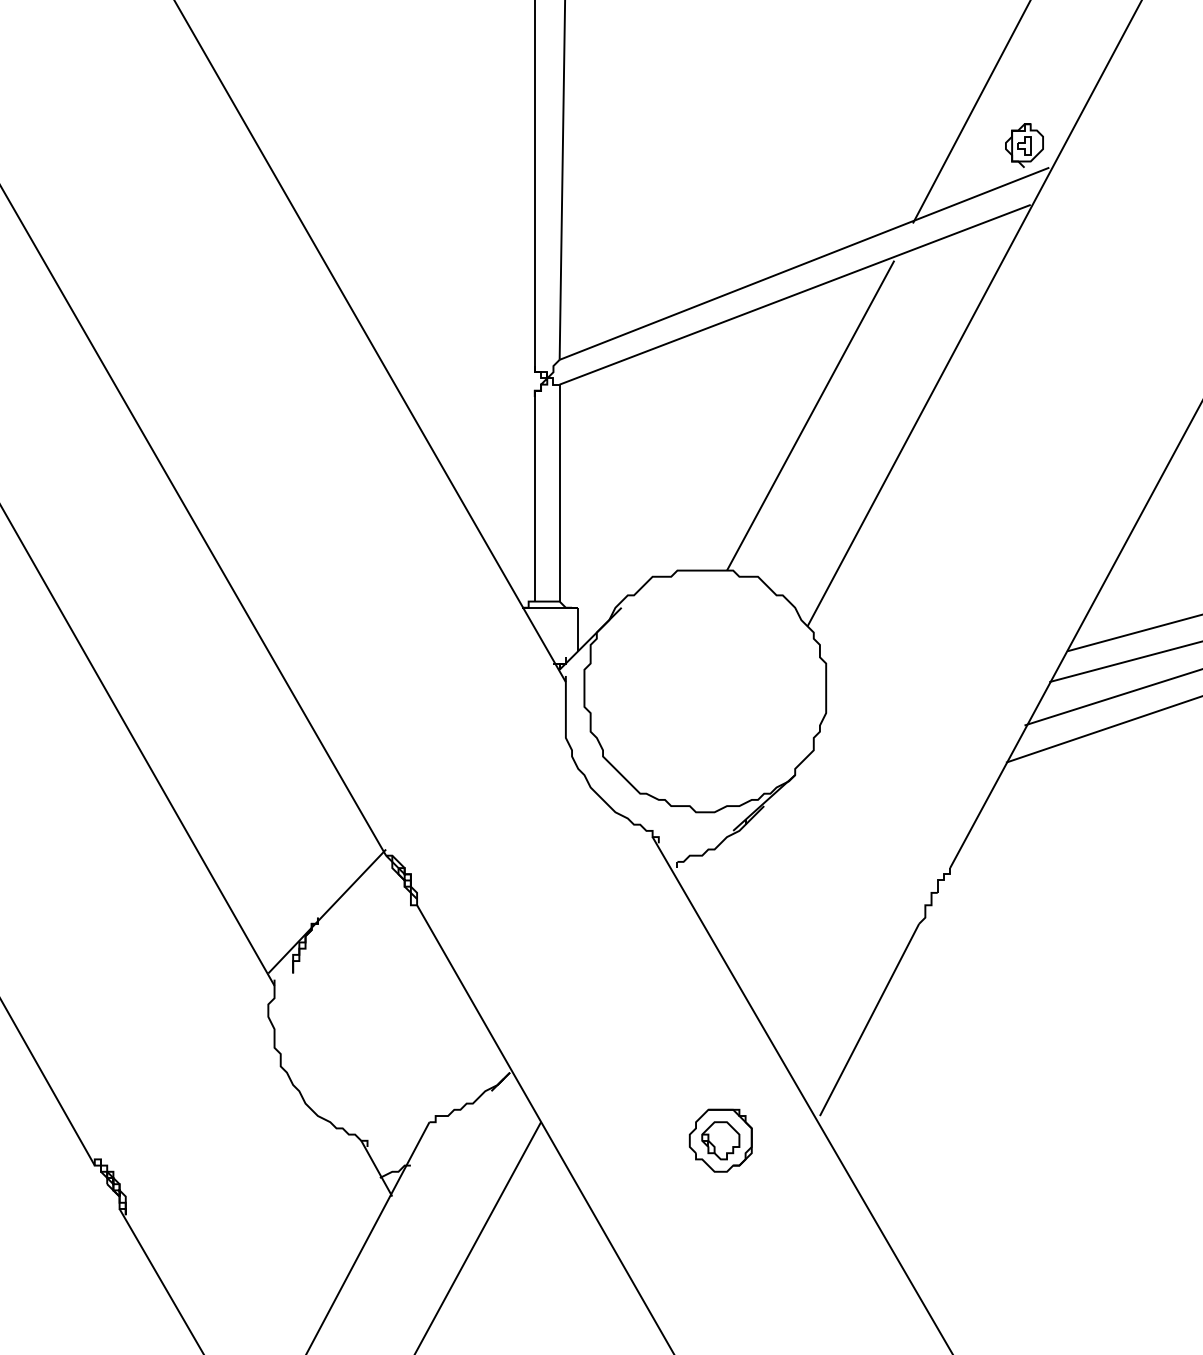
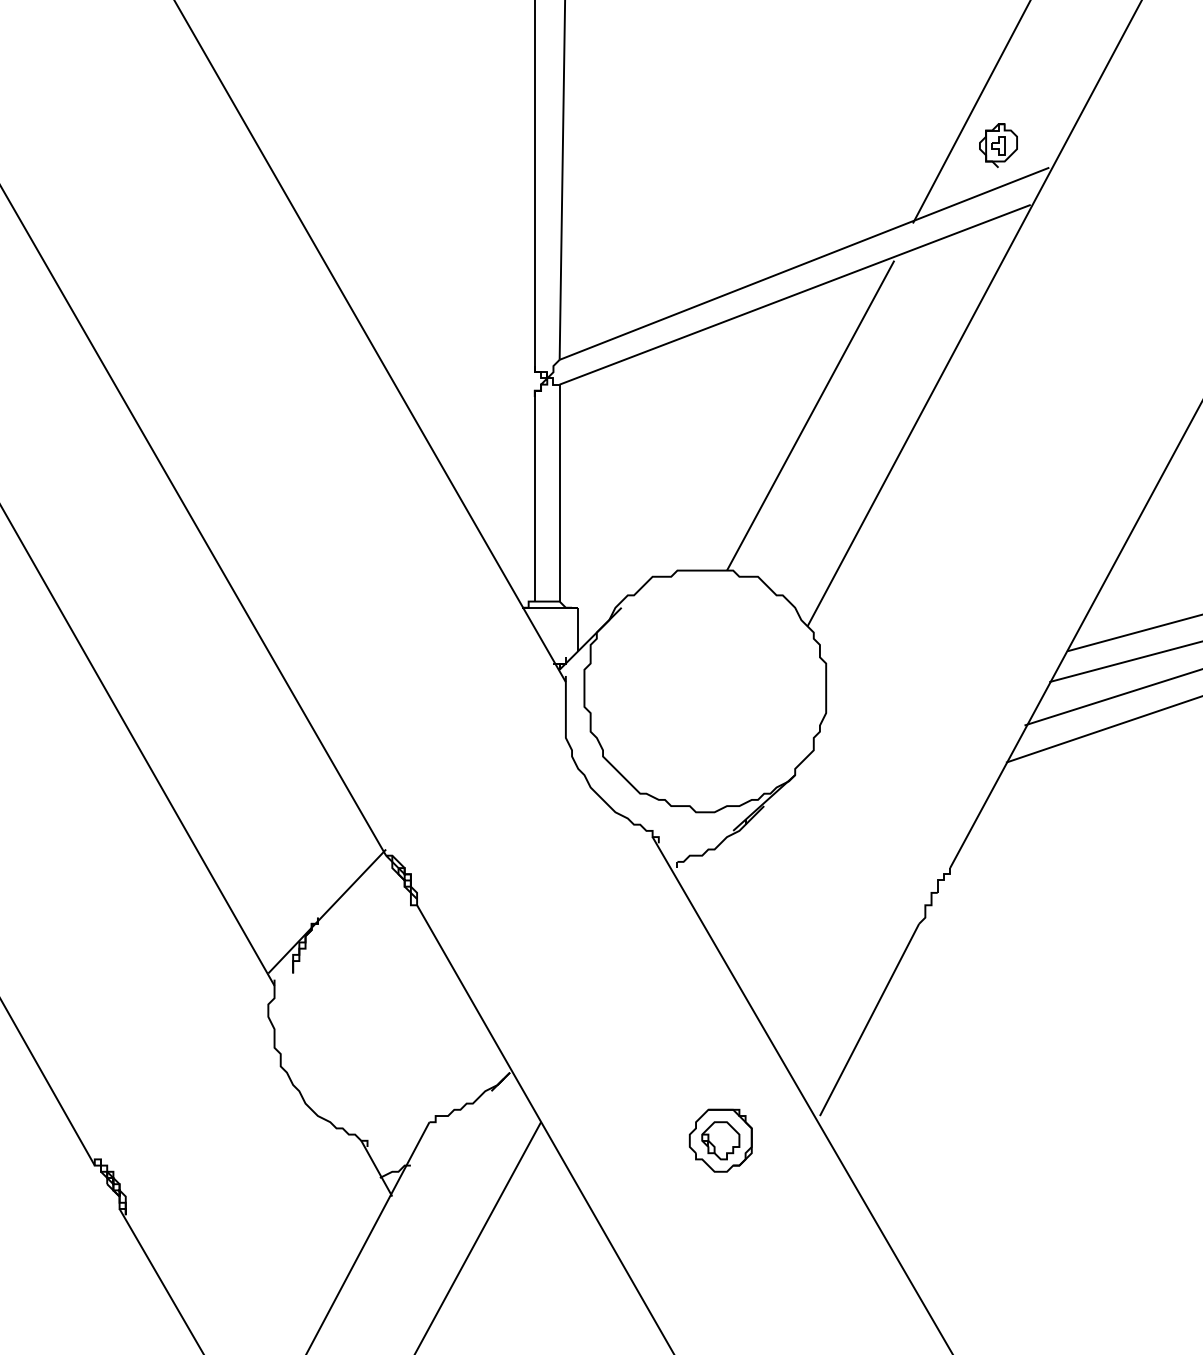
part at (1024, 145) position: (1024, 145) -> (998, 145)
